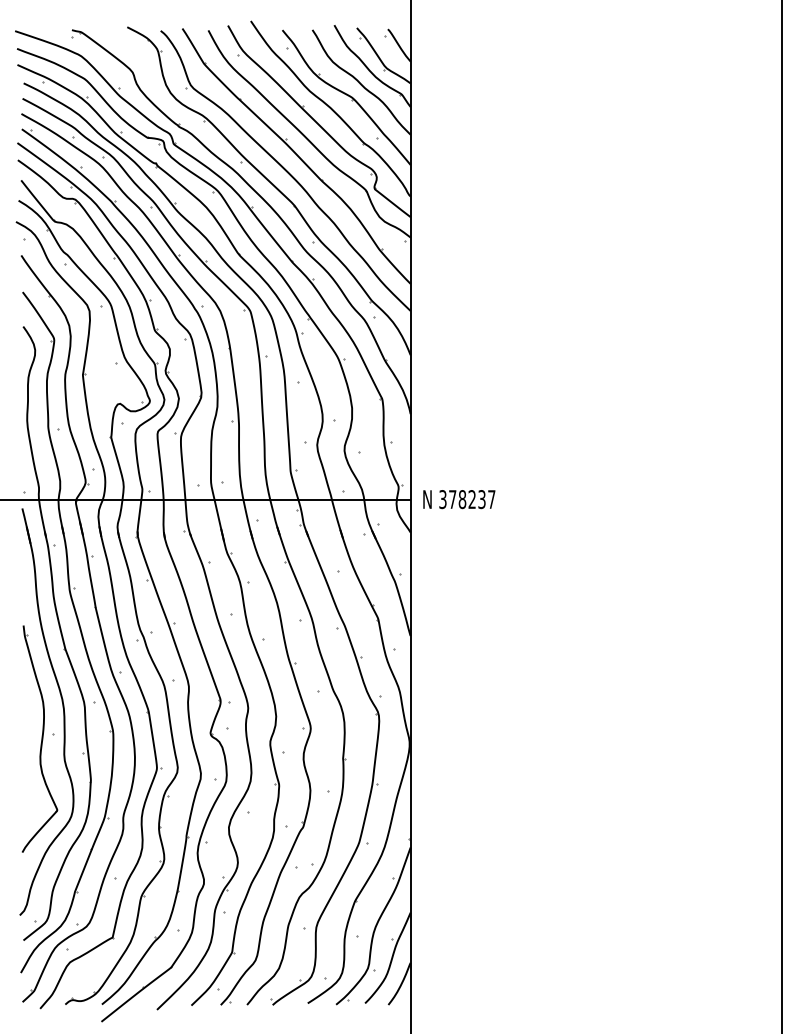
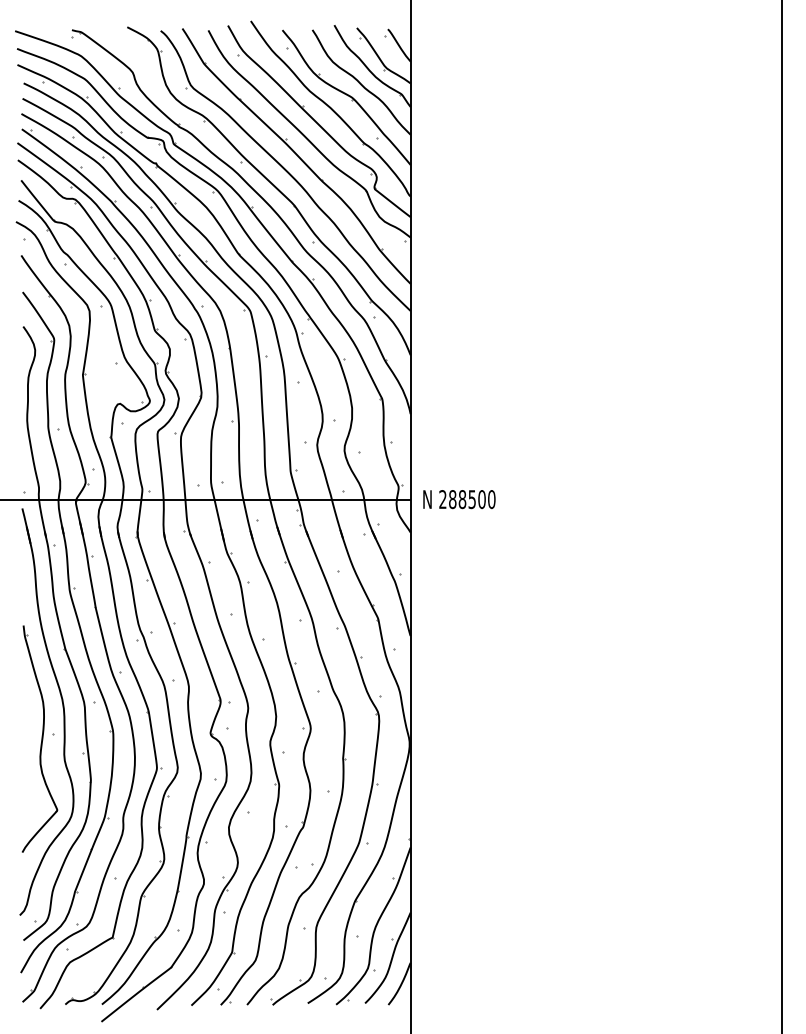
text at (467, 499): 378237 -> 288500
